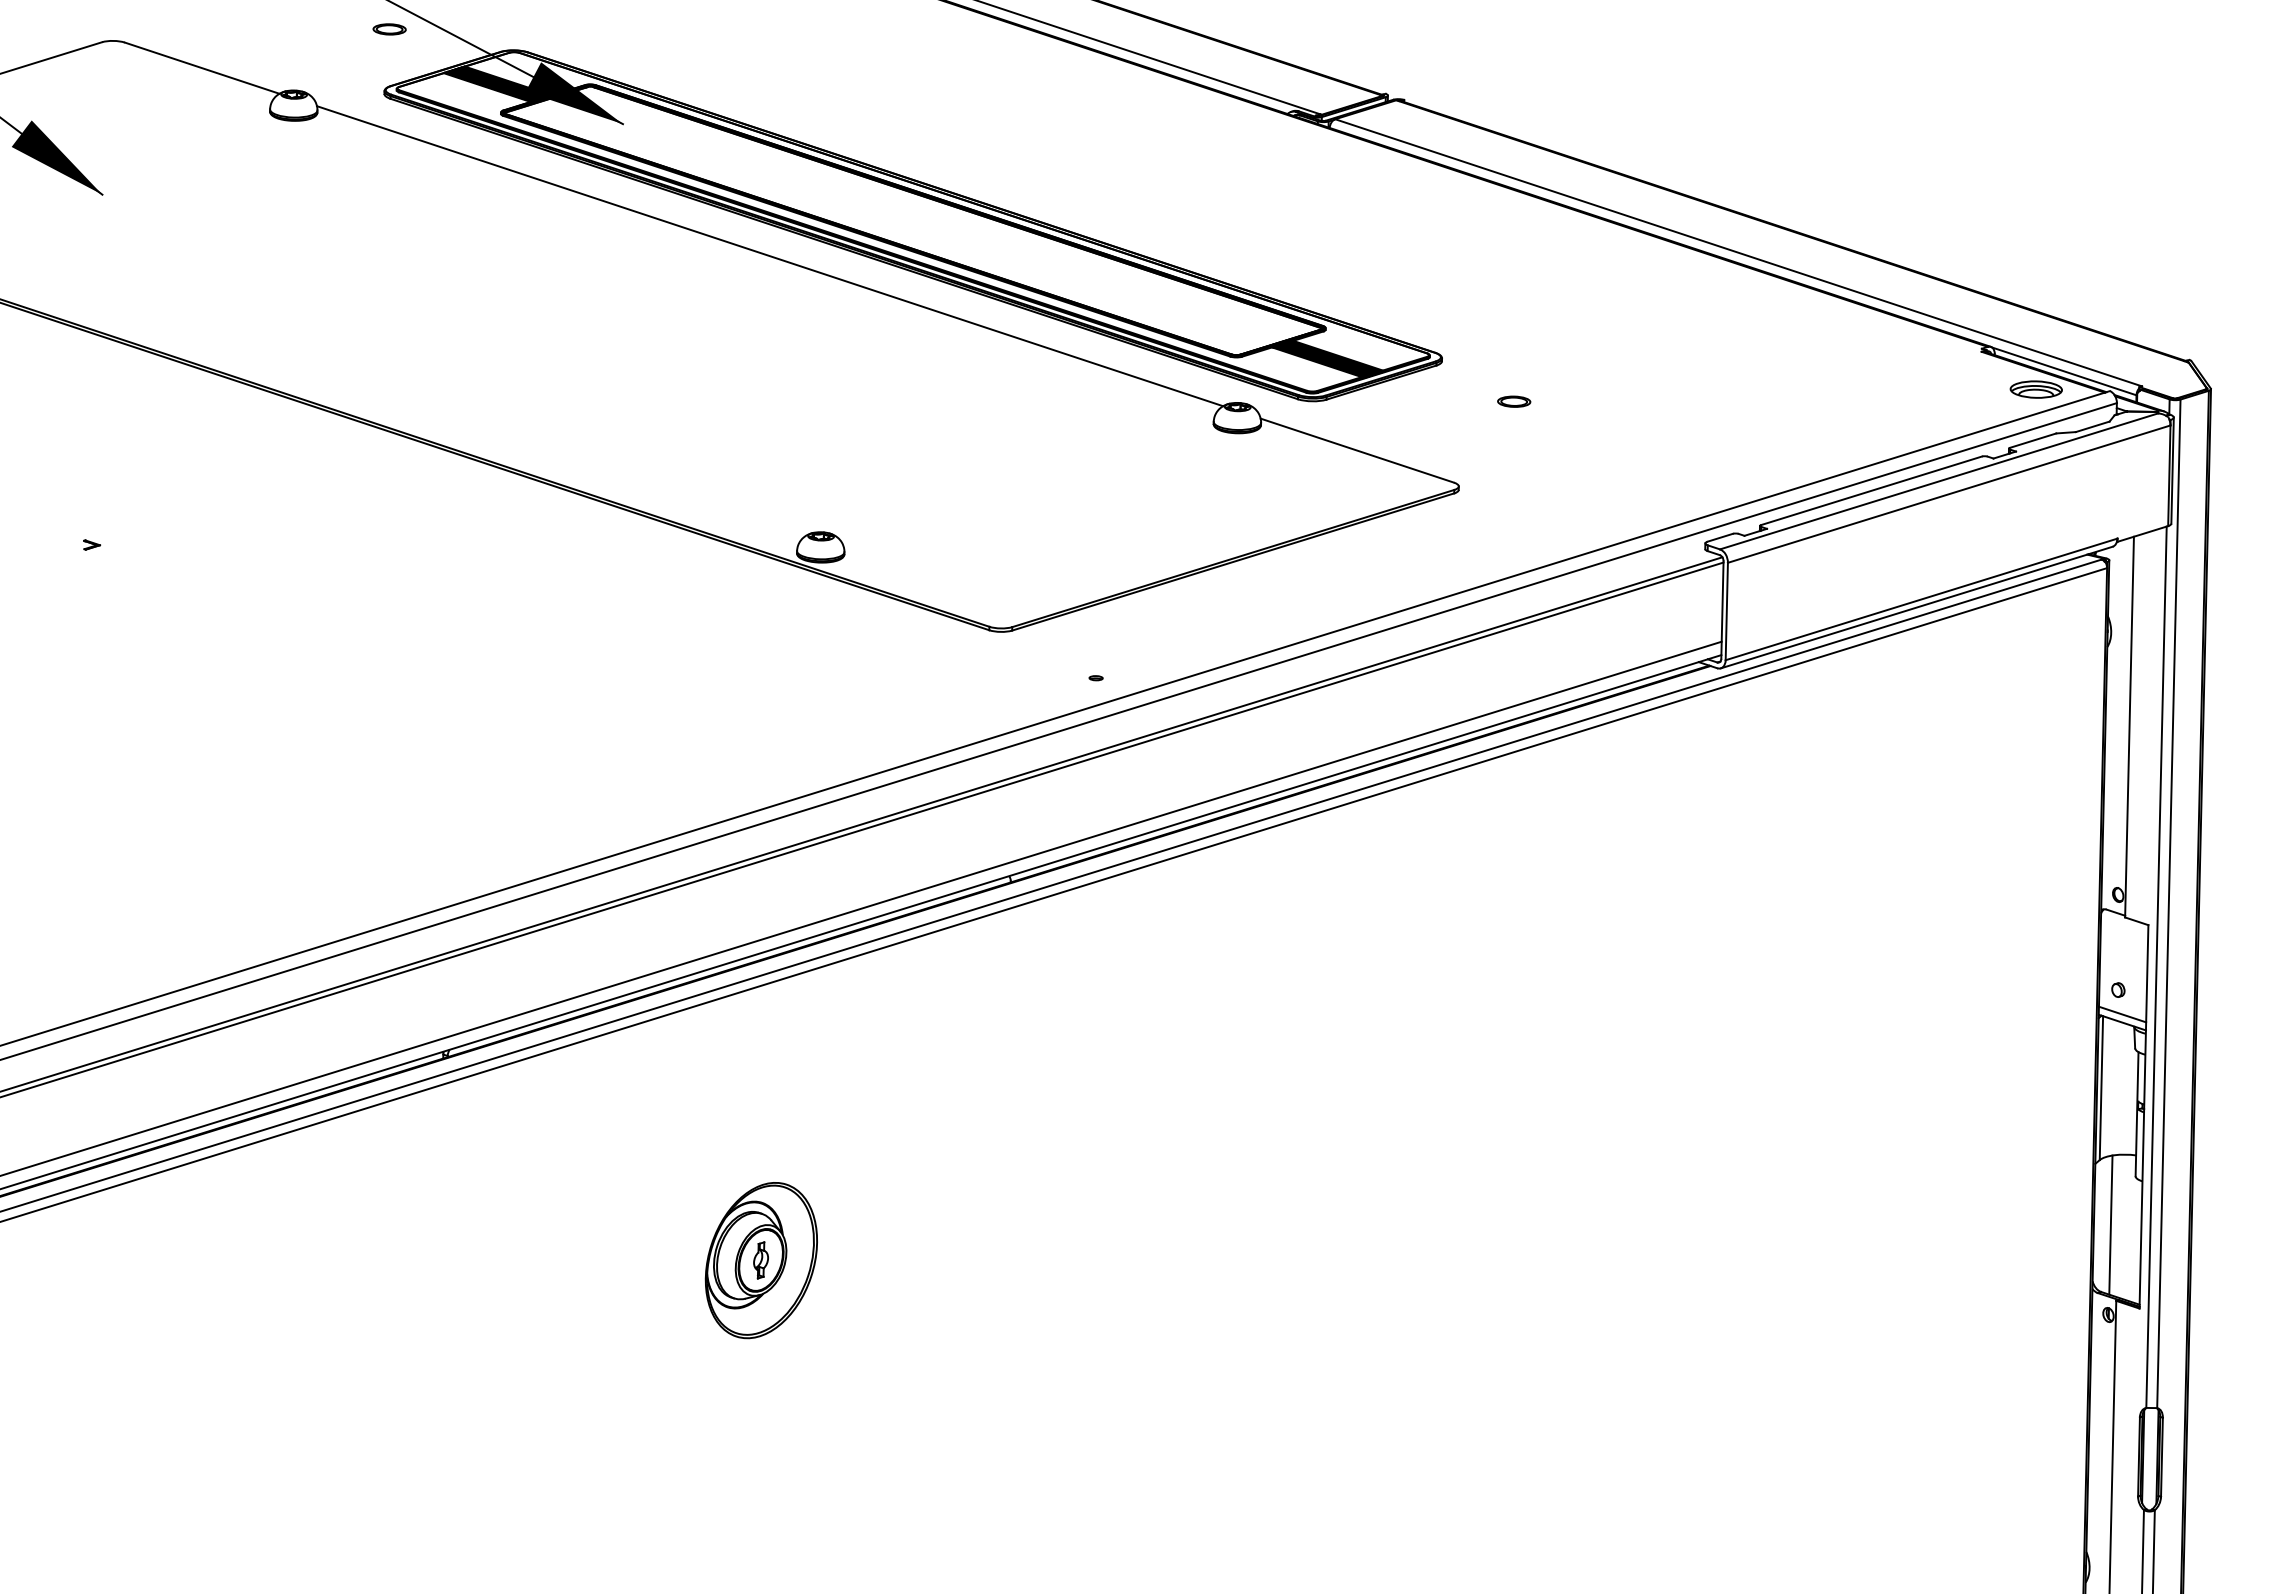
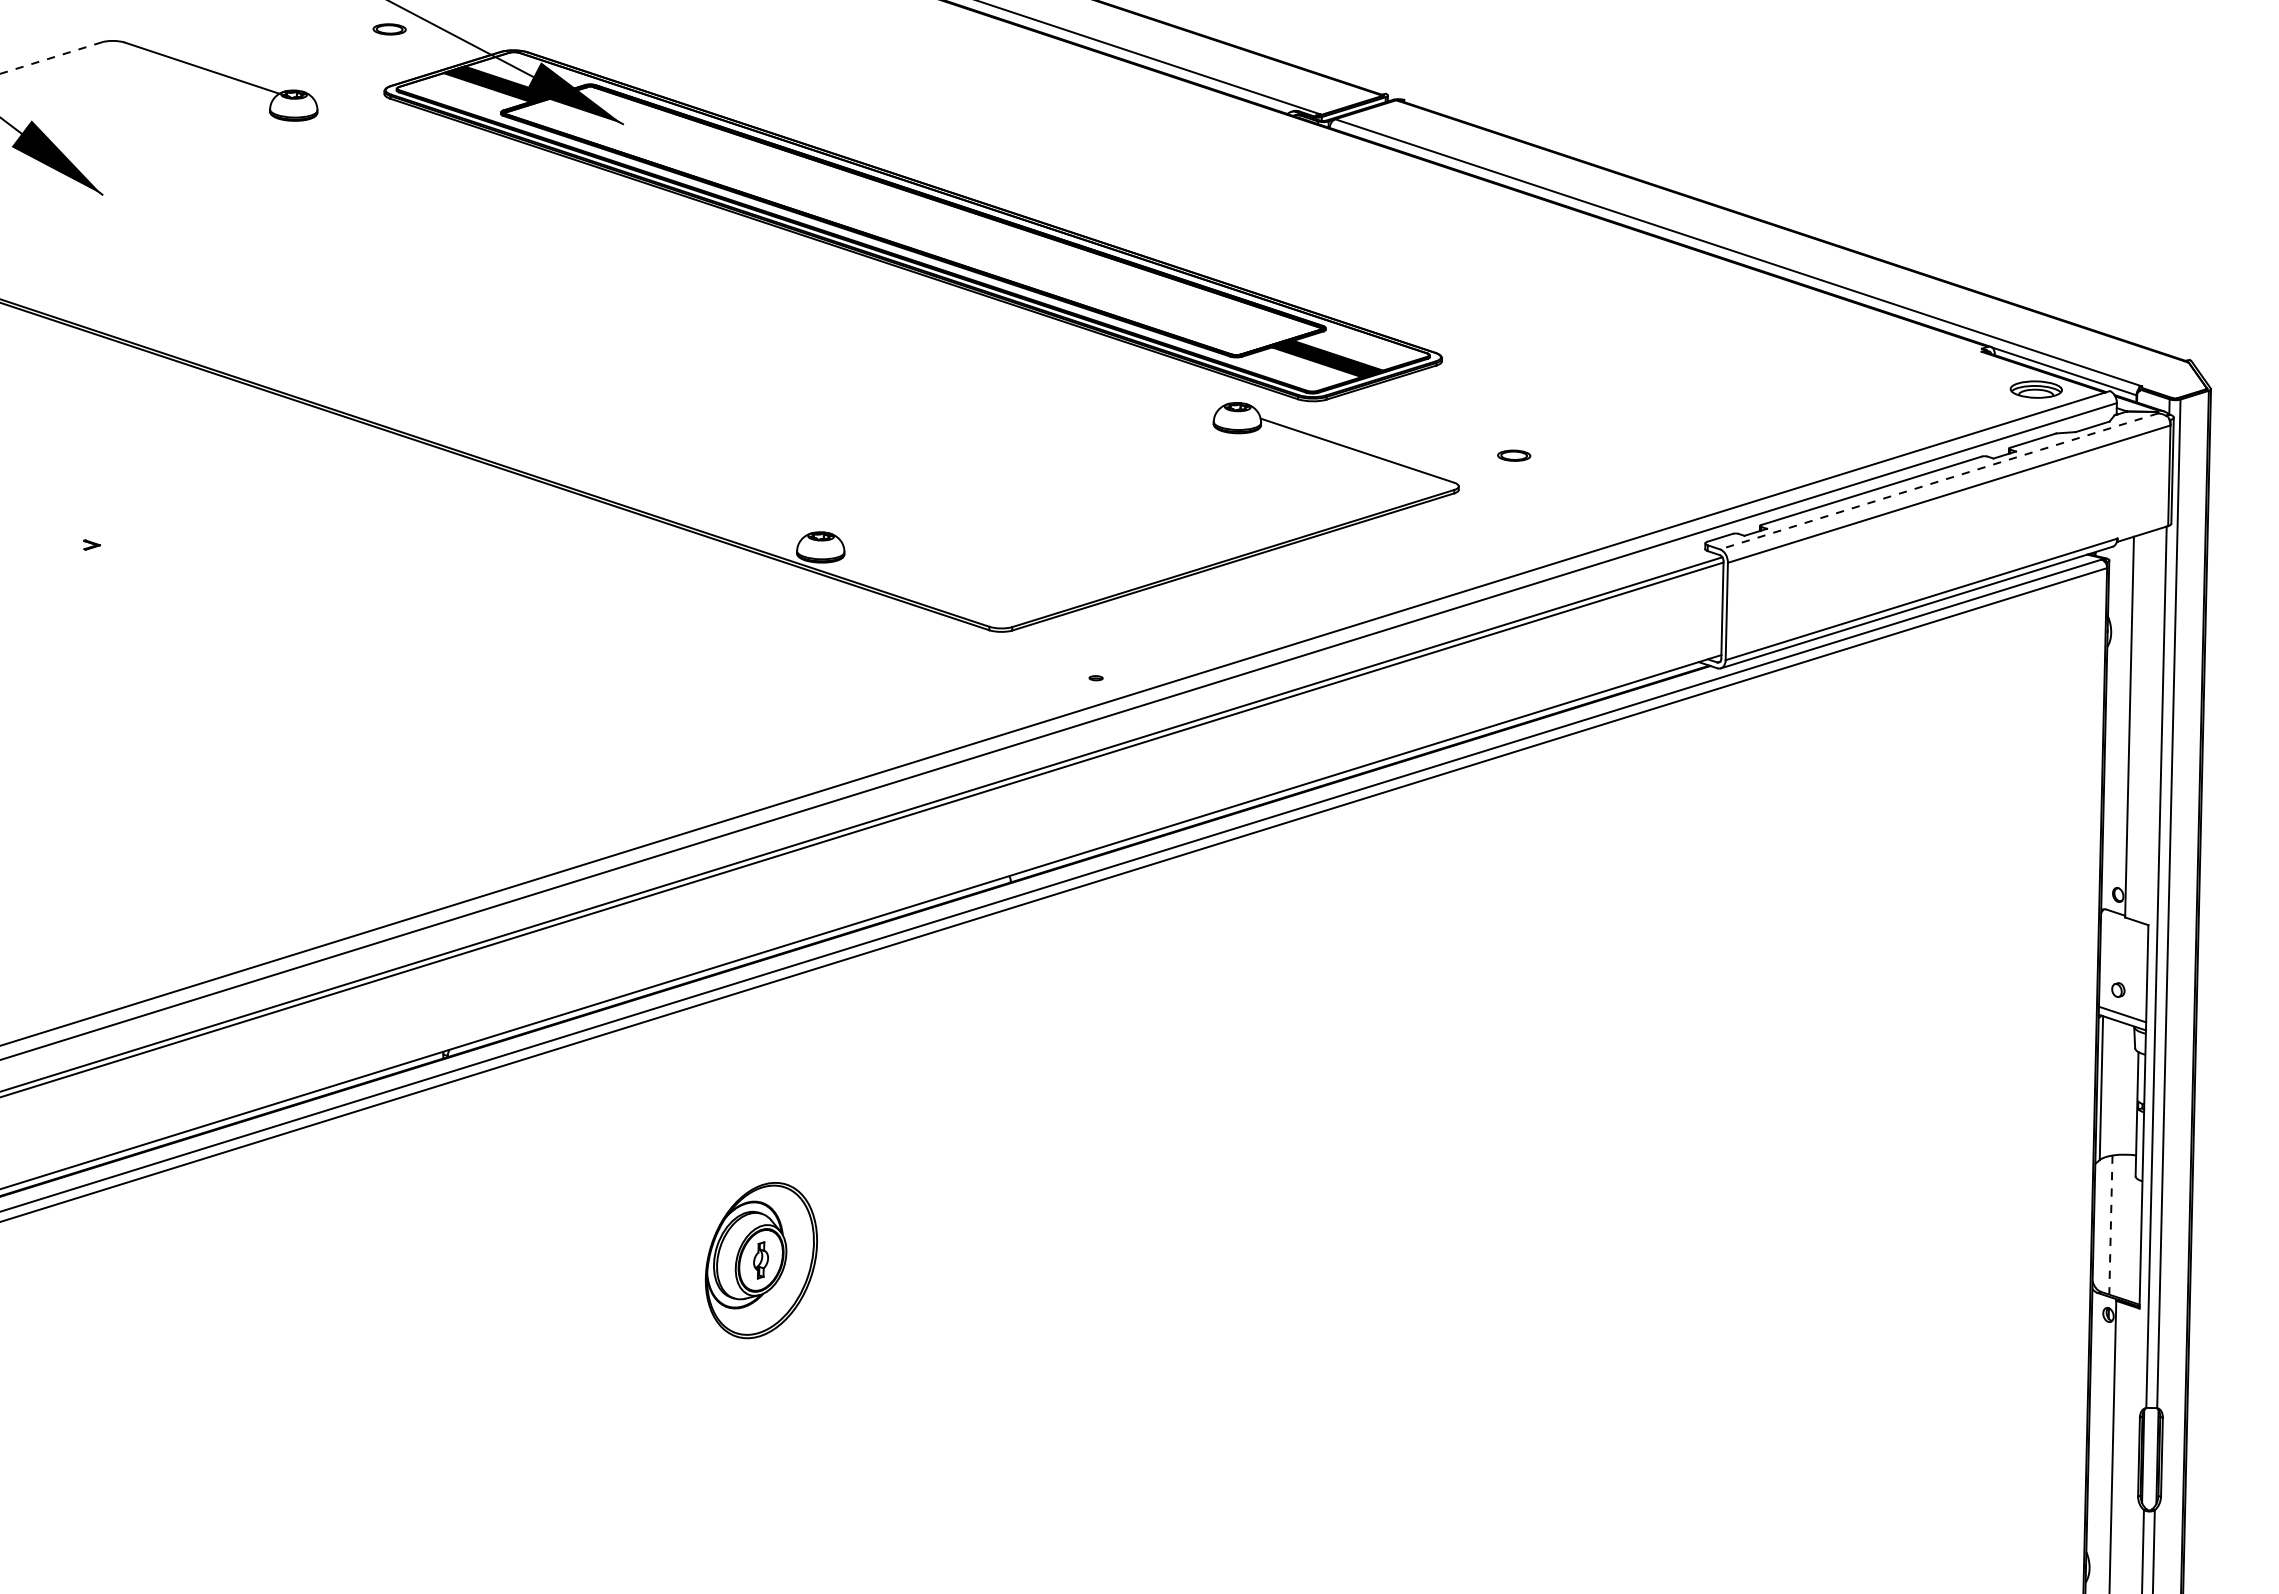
line at (51, 57): solid -> dashed
line at (770, 256): present -> none
part at (1514, 401) position: (1514, 401) -> (1514, 455)
line at (1938, 481): solid -> dashed
line at (861, 908): present -> none
line at (2110, 1225): solid -> dashed
